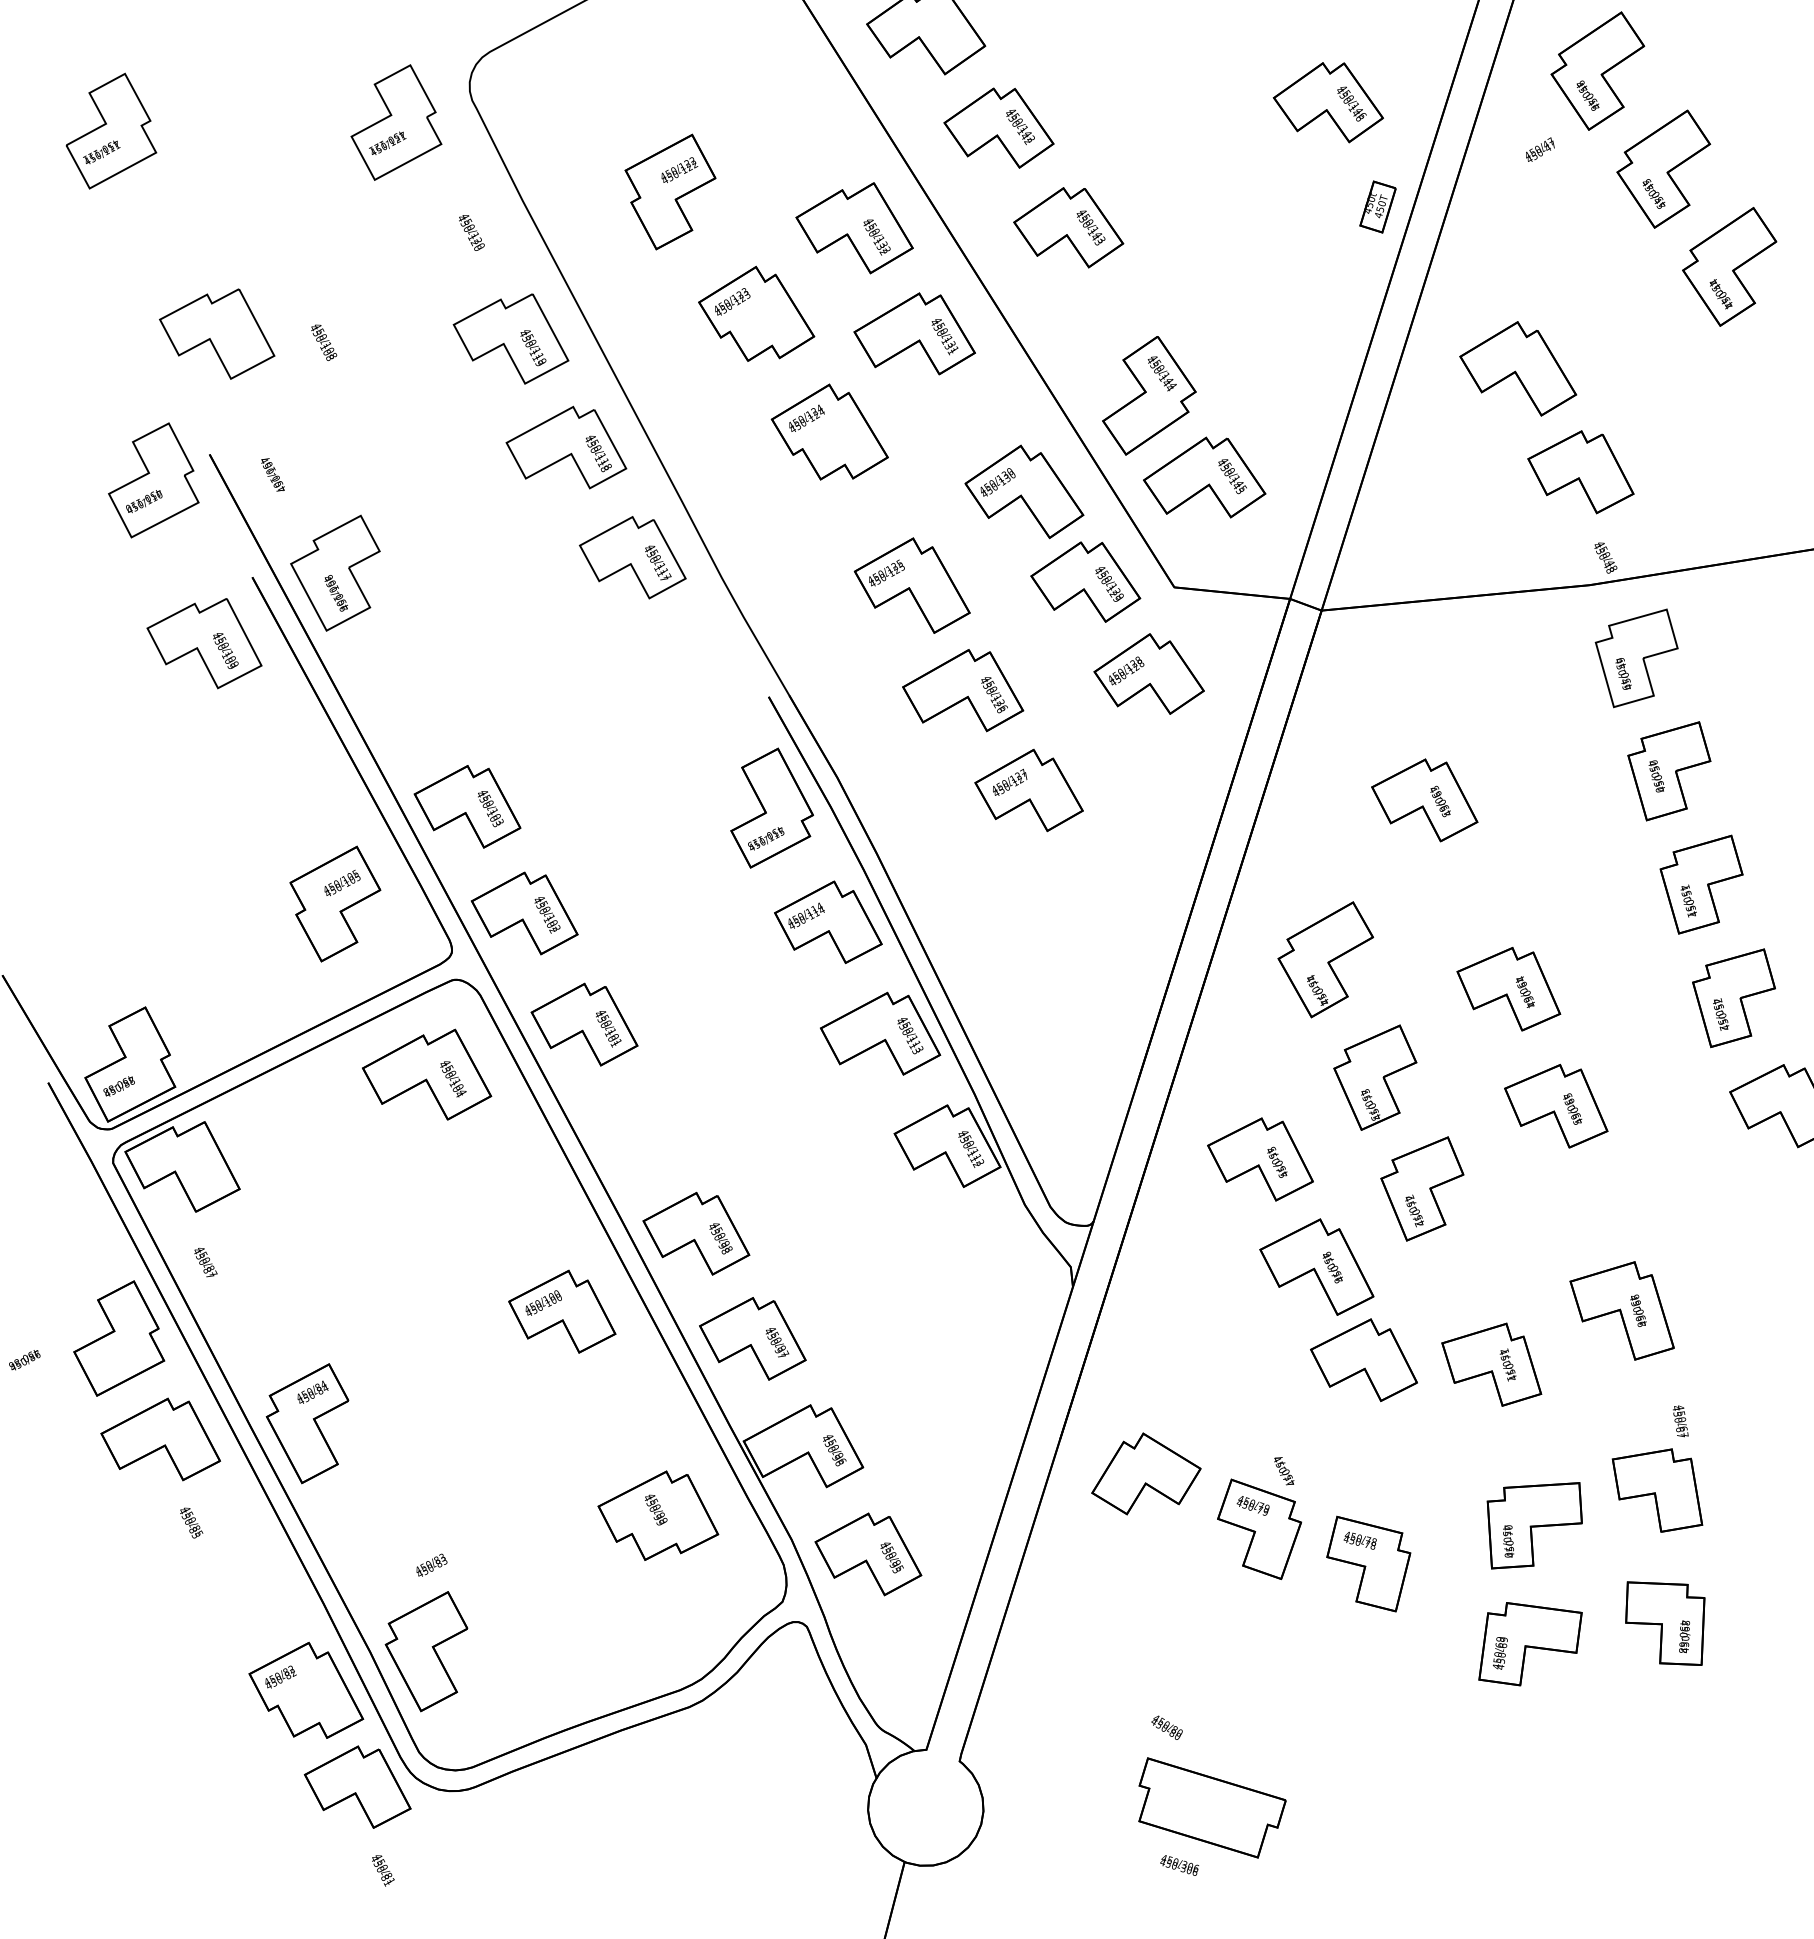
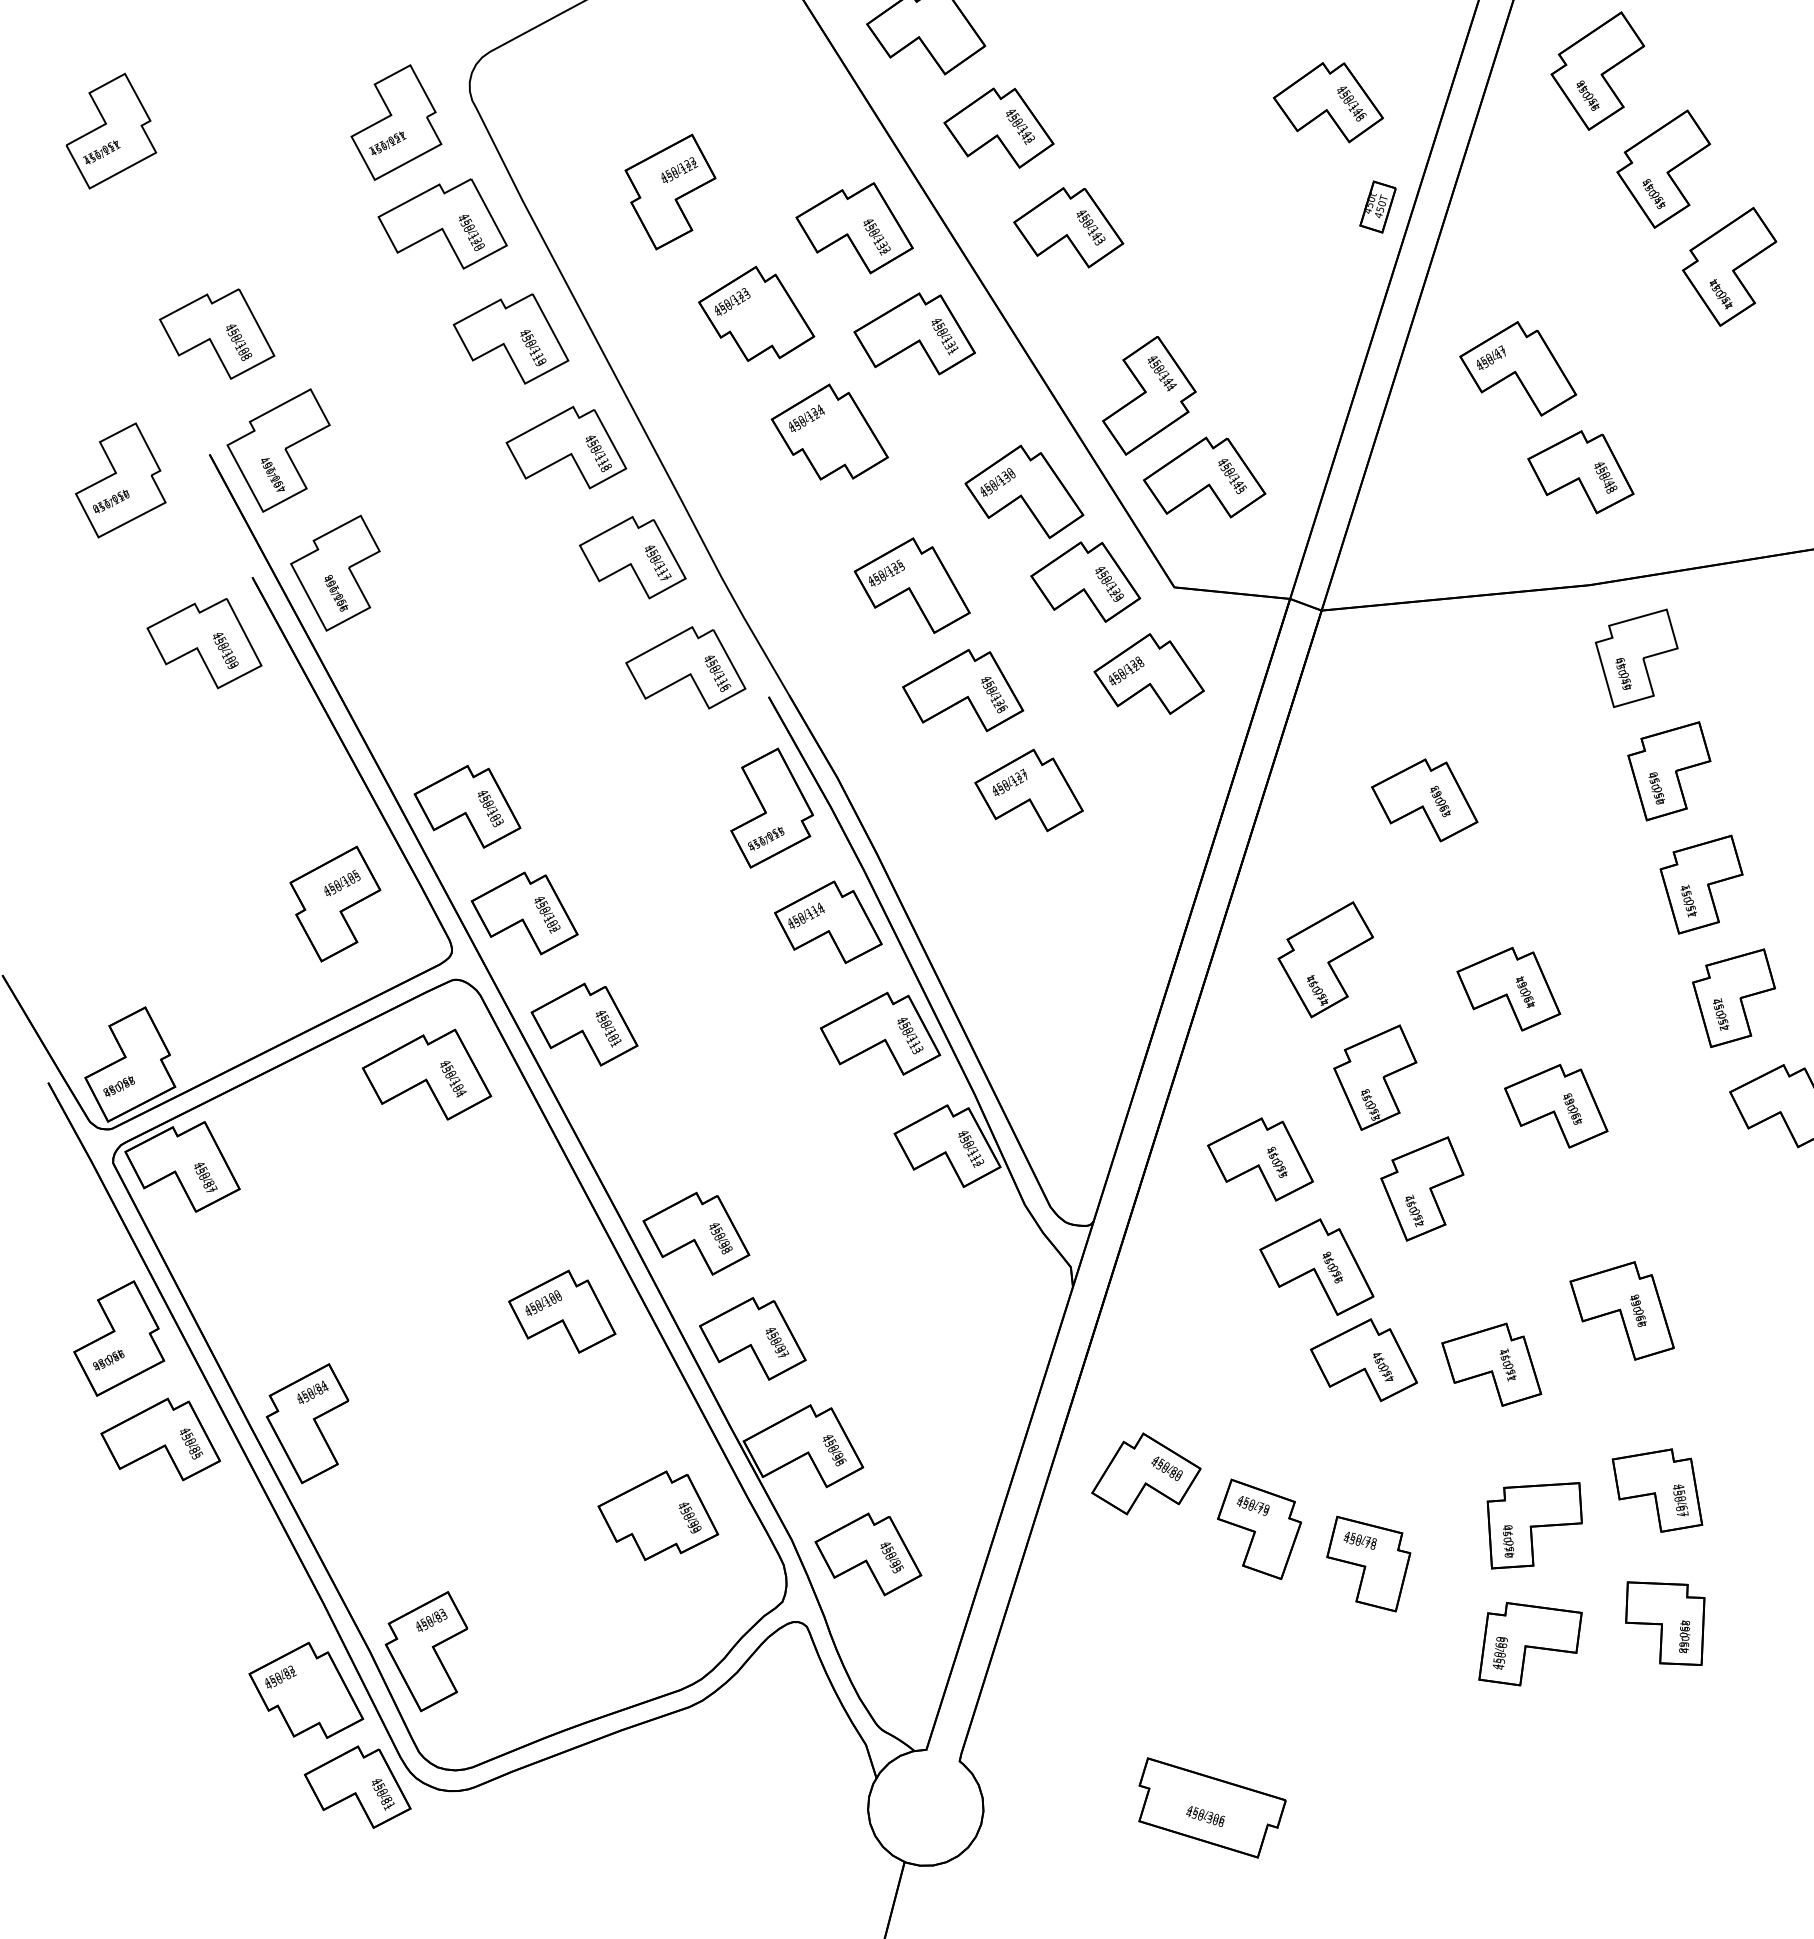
text at (1540, 149) position: (1540, 149) -> (1491, 357)
part at (442, 223): none -> present
text at (324, 342) position: (324, 342) -> (239, 342)
part at (278, 450): none -> present
part at (153, 480) position: (153, 480) -> (120, 480)
text at (1605, 557) position: (1605, 557) -> (1605, 477)
part at (685, 667): none -> present
text at (1656, 776) position: (1656, 776) -> (1656, 788)
text at (205, 1262) position: (205, 1262) -> (205, 1177)
text at (24, 1360) position: (24, 1360) -> (108, 1360)
text at (1680, 1421) position: (1680, 1421) -> (1680, 1500)
text at (1284, 1471) position: (1284, 1471) -> (1383, 1367)
text at (656, 1509) position: (656, 1509) -> (690, 1517)
text at (191, 1522) position: (191, 1522) -> (191, 1443)
text at (431, 1564) position: (431, 1564) -> (431, 1619)
text at (1166, 1727) position: (1166, 1727) -> (1166, 1468)
text at (1179, 1865) position: (1179, 1865) -> (1205, 1816)
text at (383, 1870) position: (383, 1870) -> (383, 1794)
